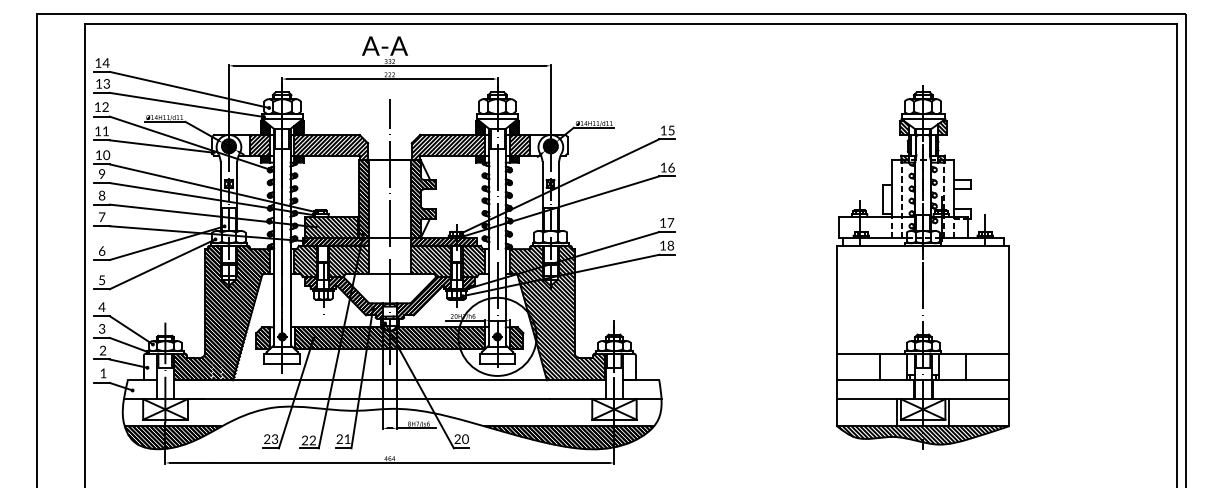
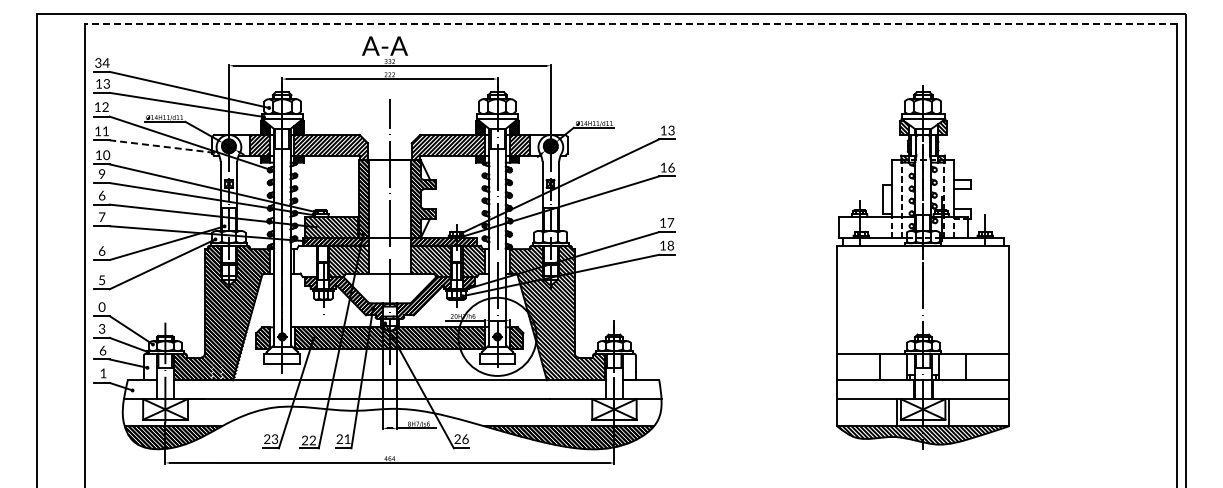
line at (630, 24): solid -> dashed
text at (98, 62): 14 -> 34
text at (671, 130): 15 -> 13
line at (162, 146): solid -> dashed
text at (102, 194): 8 -> 6
hatch at (305, 261): present -> none
text at (101, 306): 4 -> 0
text at (102, 350): 2 -> 6
text at (465, 438): 20 -> 26
